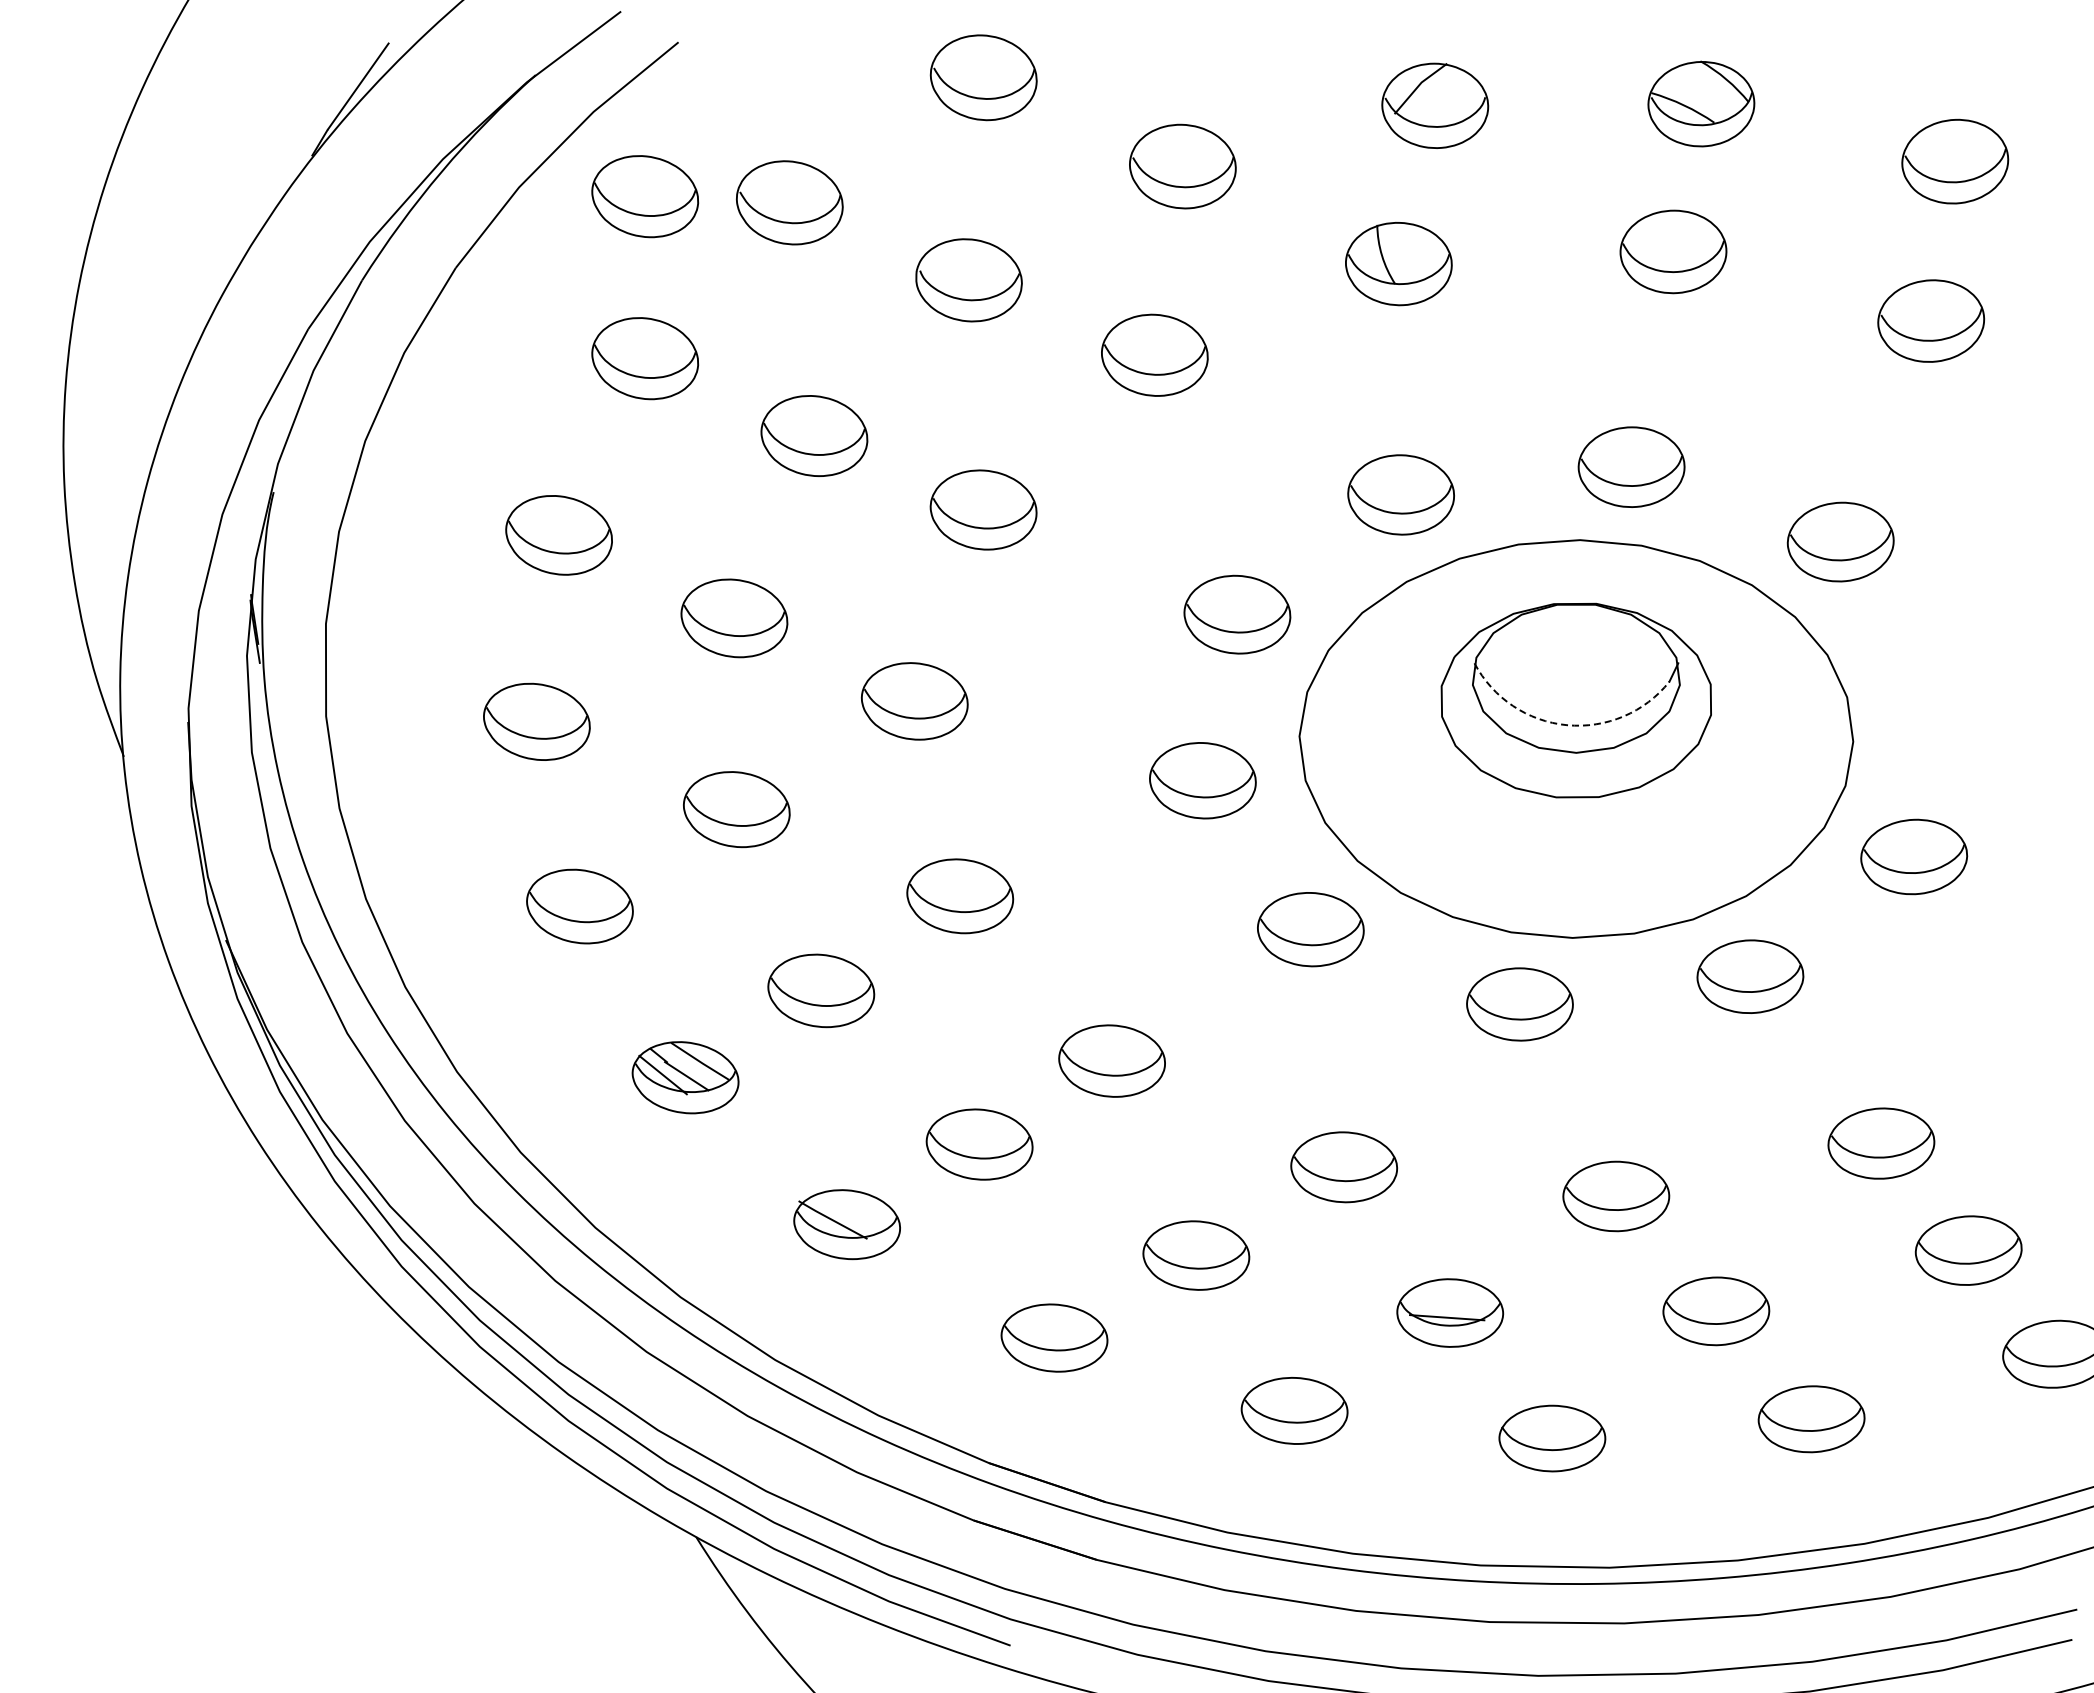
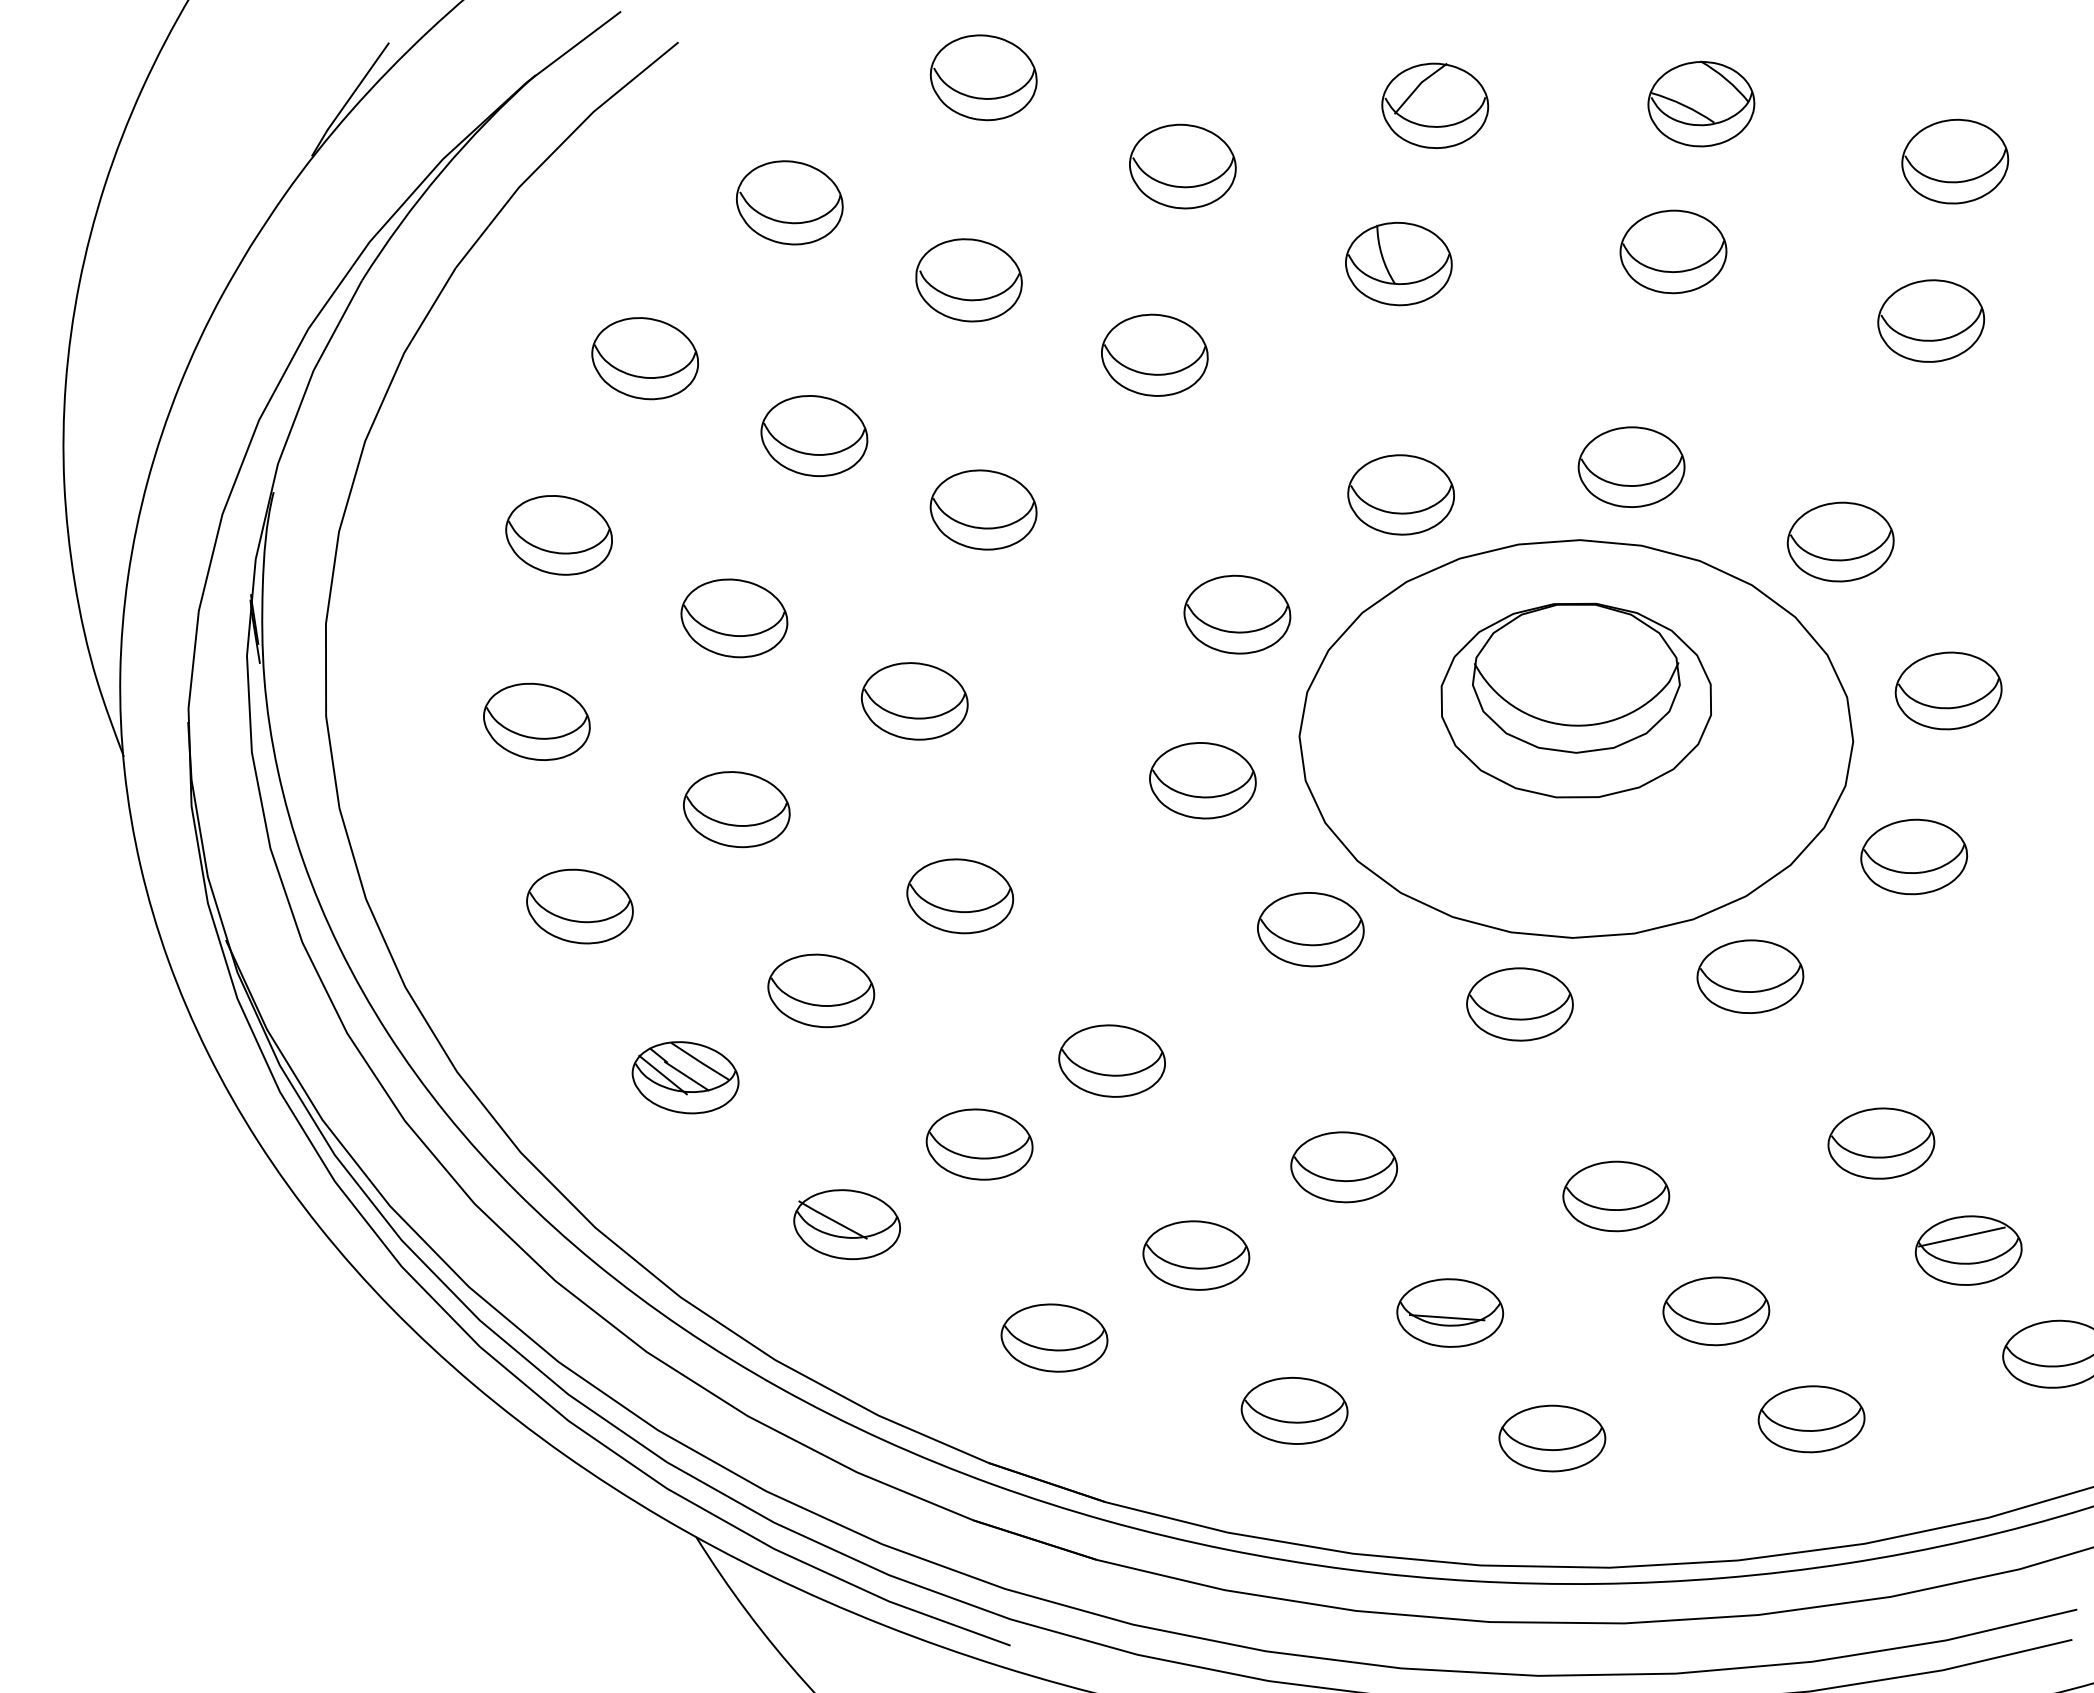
part at (645, 196): present -> none
part at (1948, 690): none -> present
arc at (1566, 725): dashed -> solid
line at (1961, 1236): none -> present
